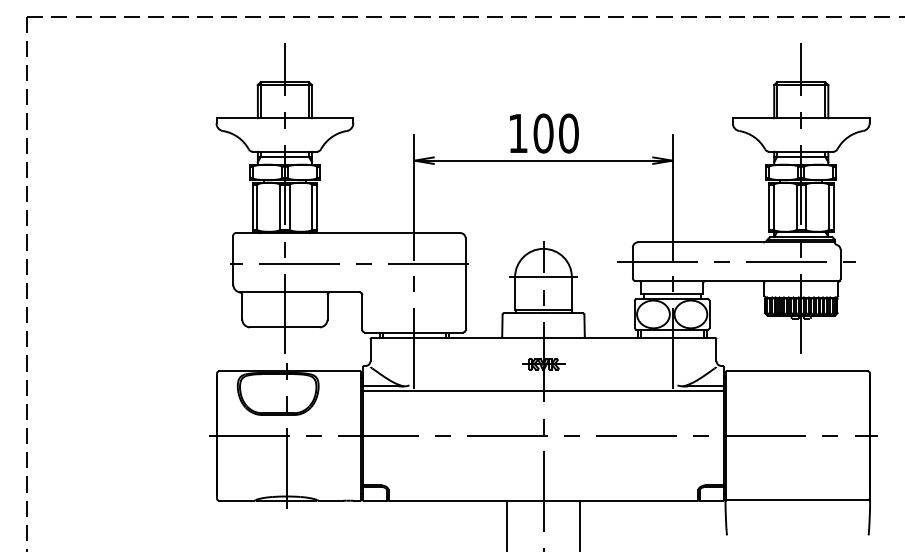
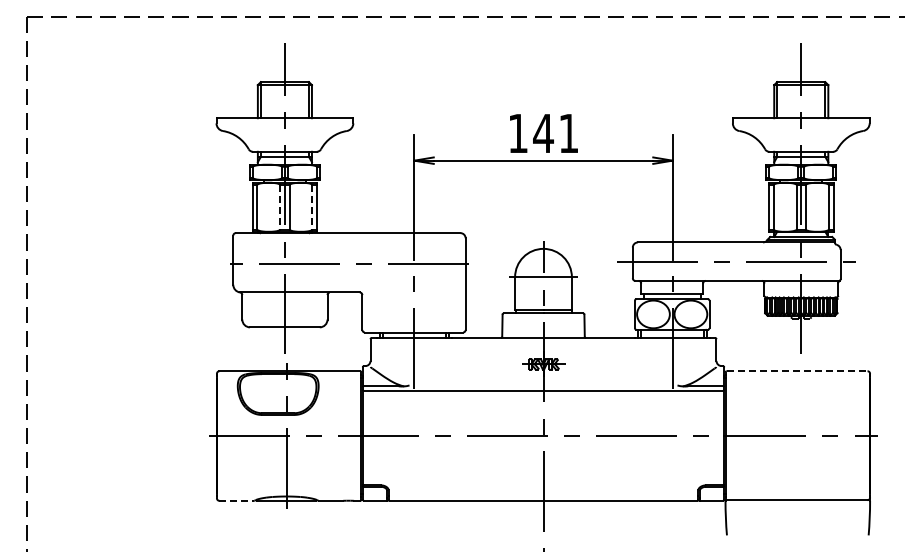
text at (555, 133): 100 -> 141
line at (280, 207): solid -> dashed
line at (312, 207): solid -> dashed
line at (797, 371): solid -> dashed
line at (237, 500): solid -> dashed
line at (507, 524): present -> none
line at (579, 524): present -> none
